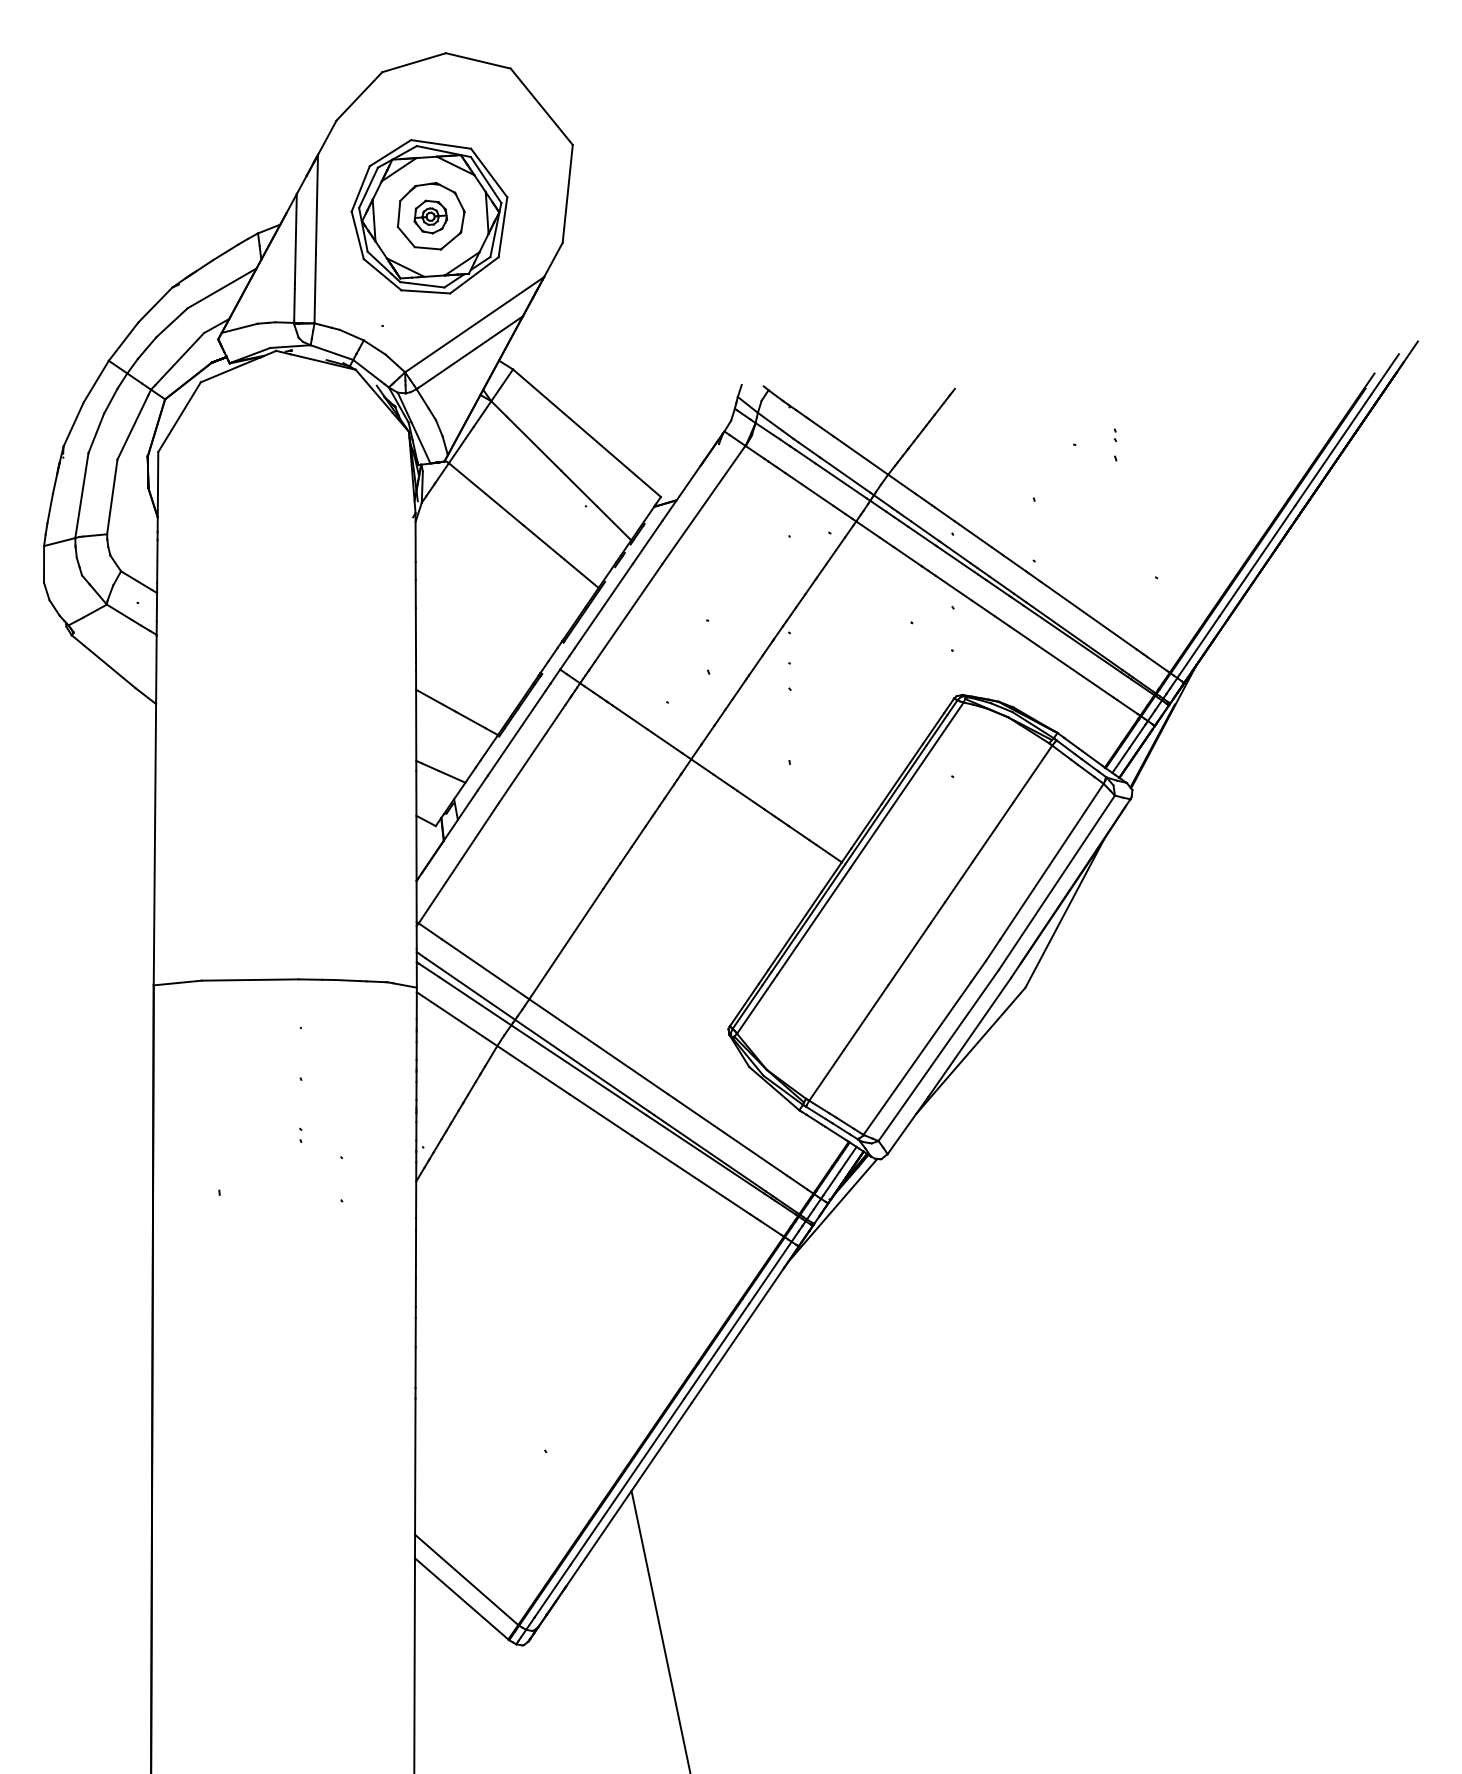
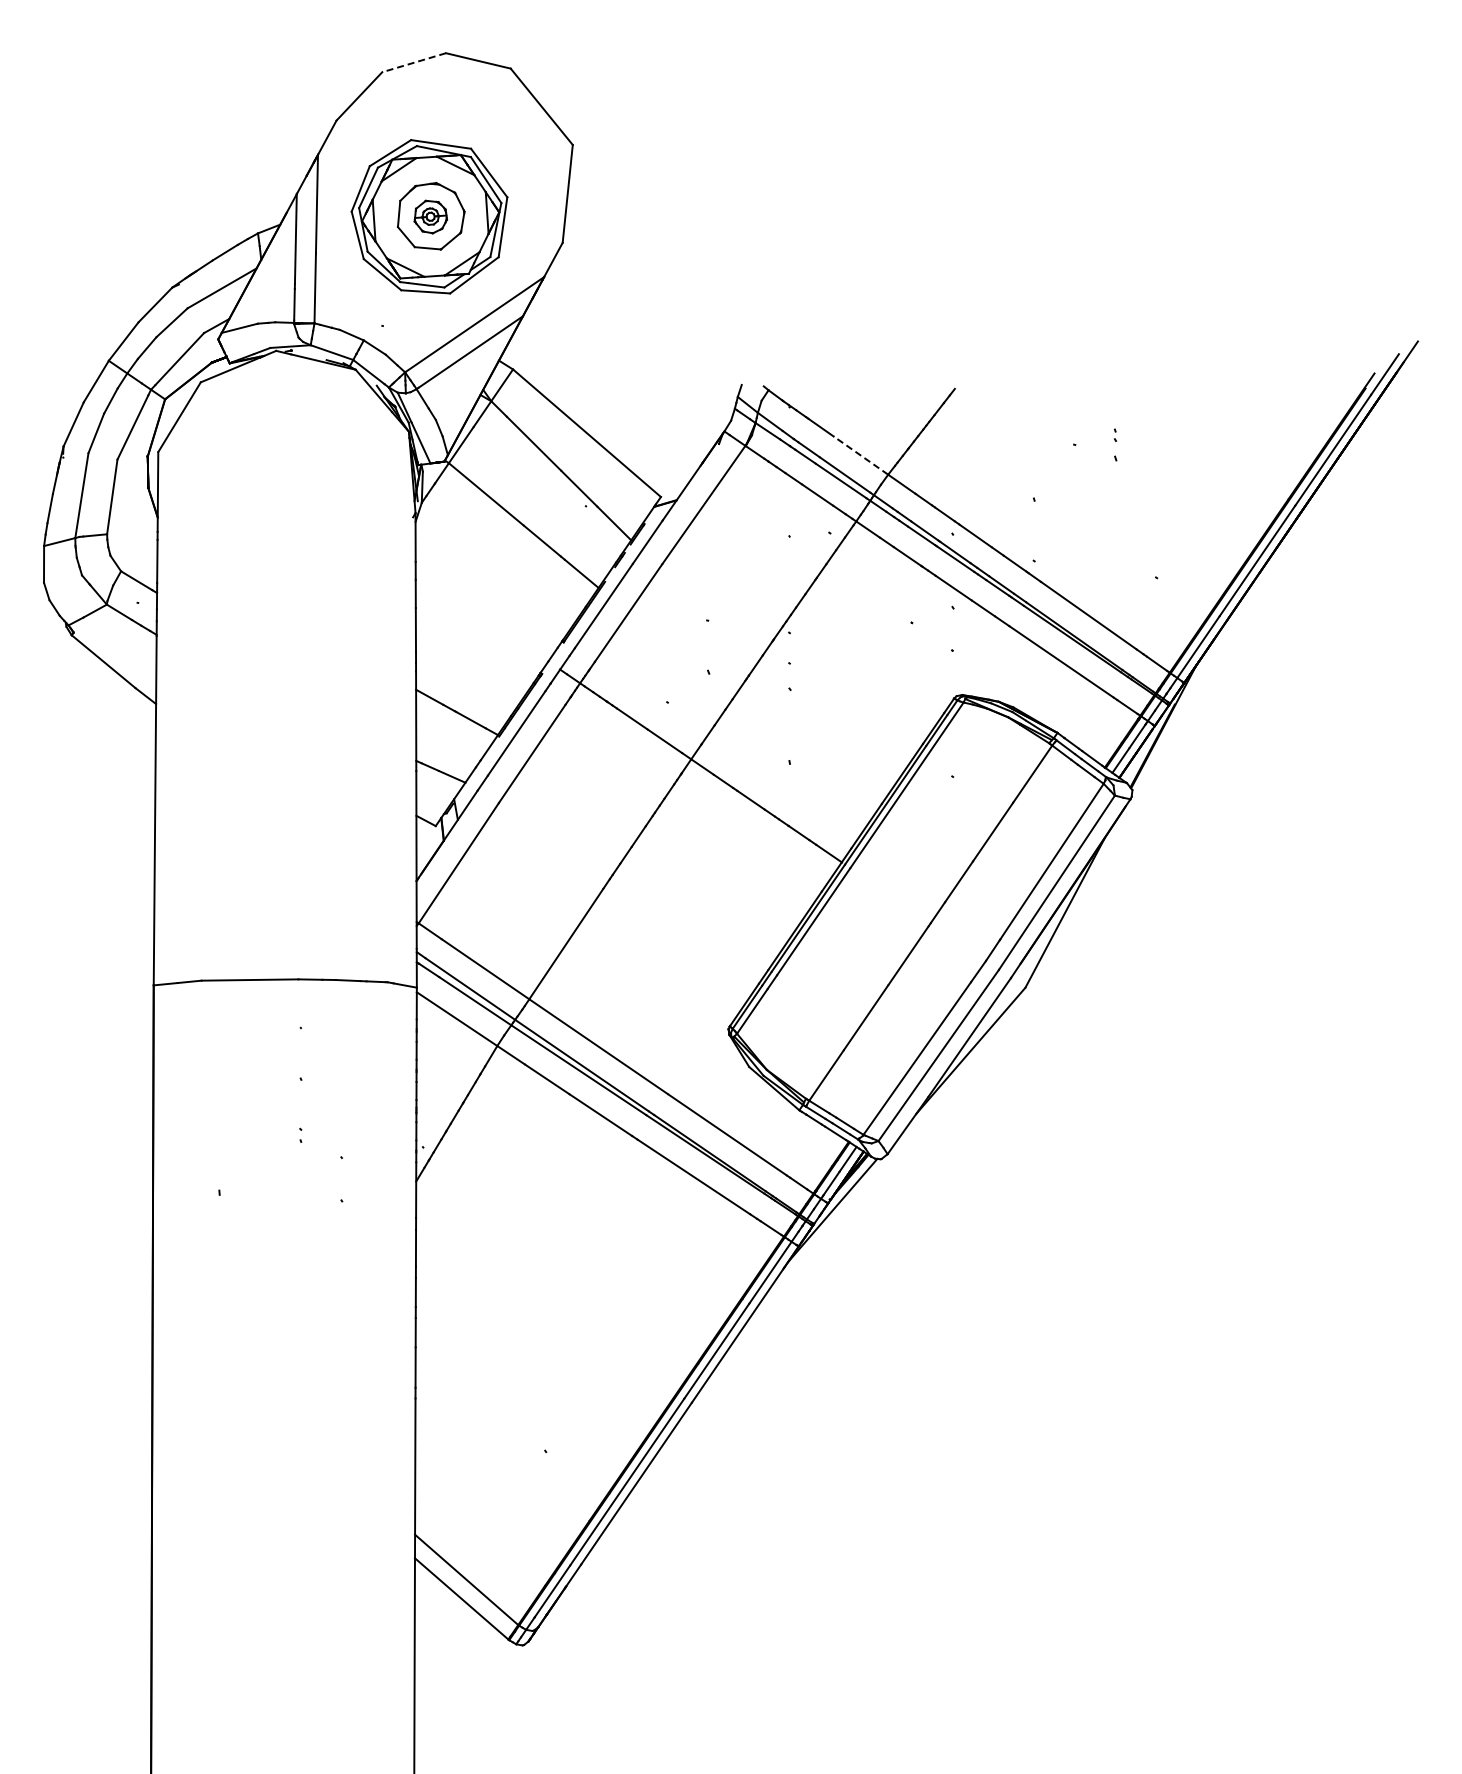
line at (413, 62): solid -> dashed
line at (860, 455): solid -> dashed
line at (660, 1630): present -> none
